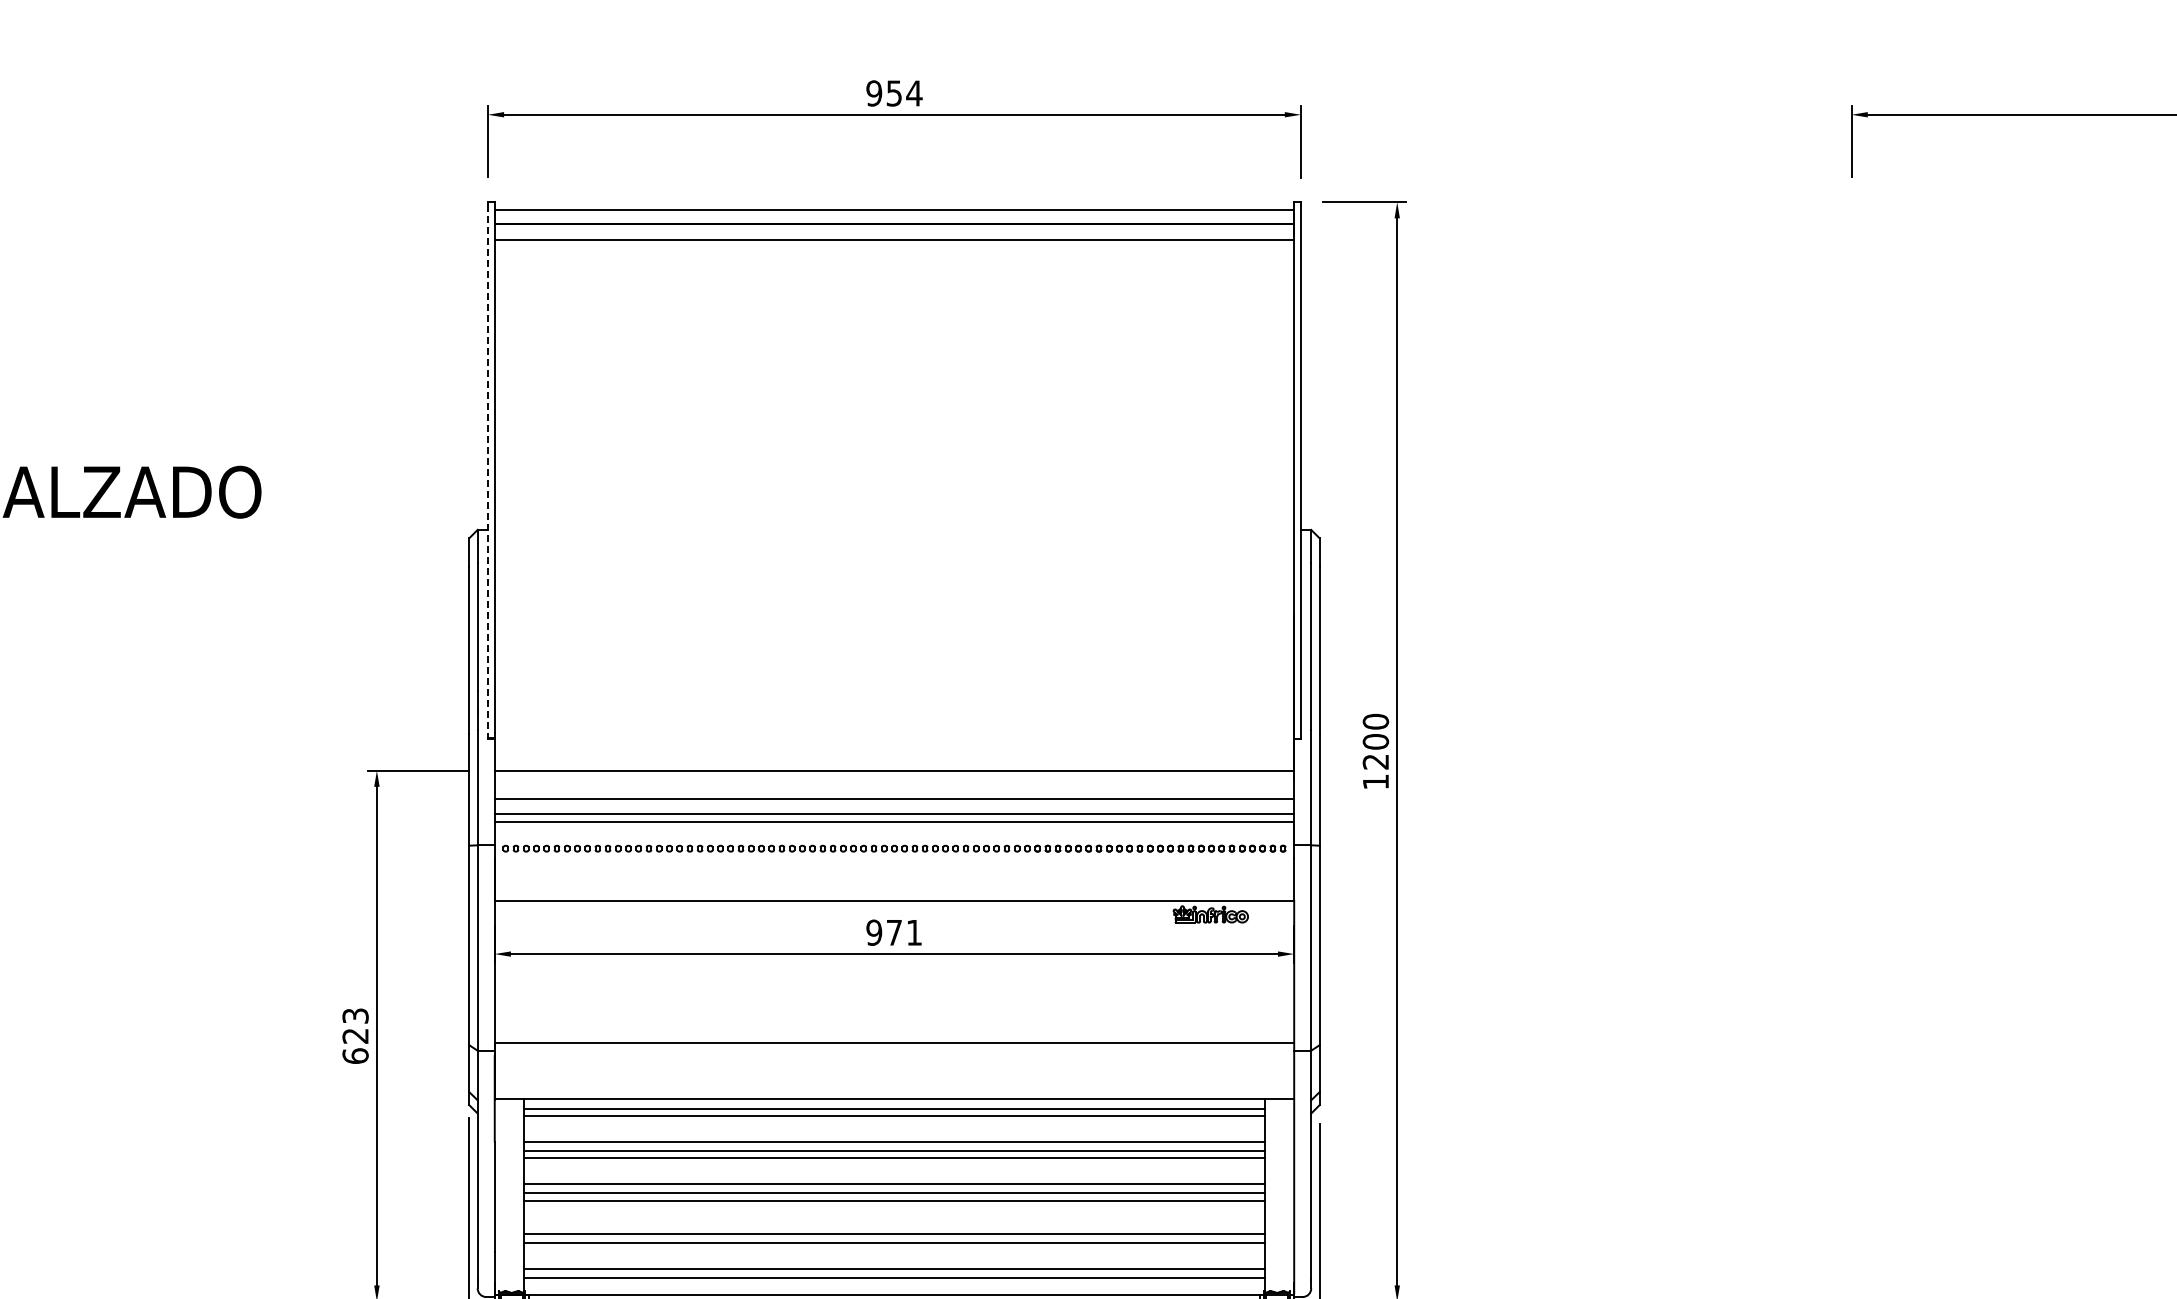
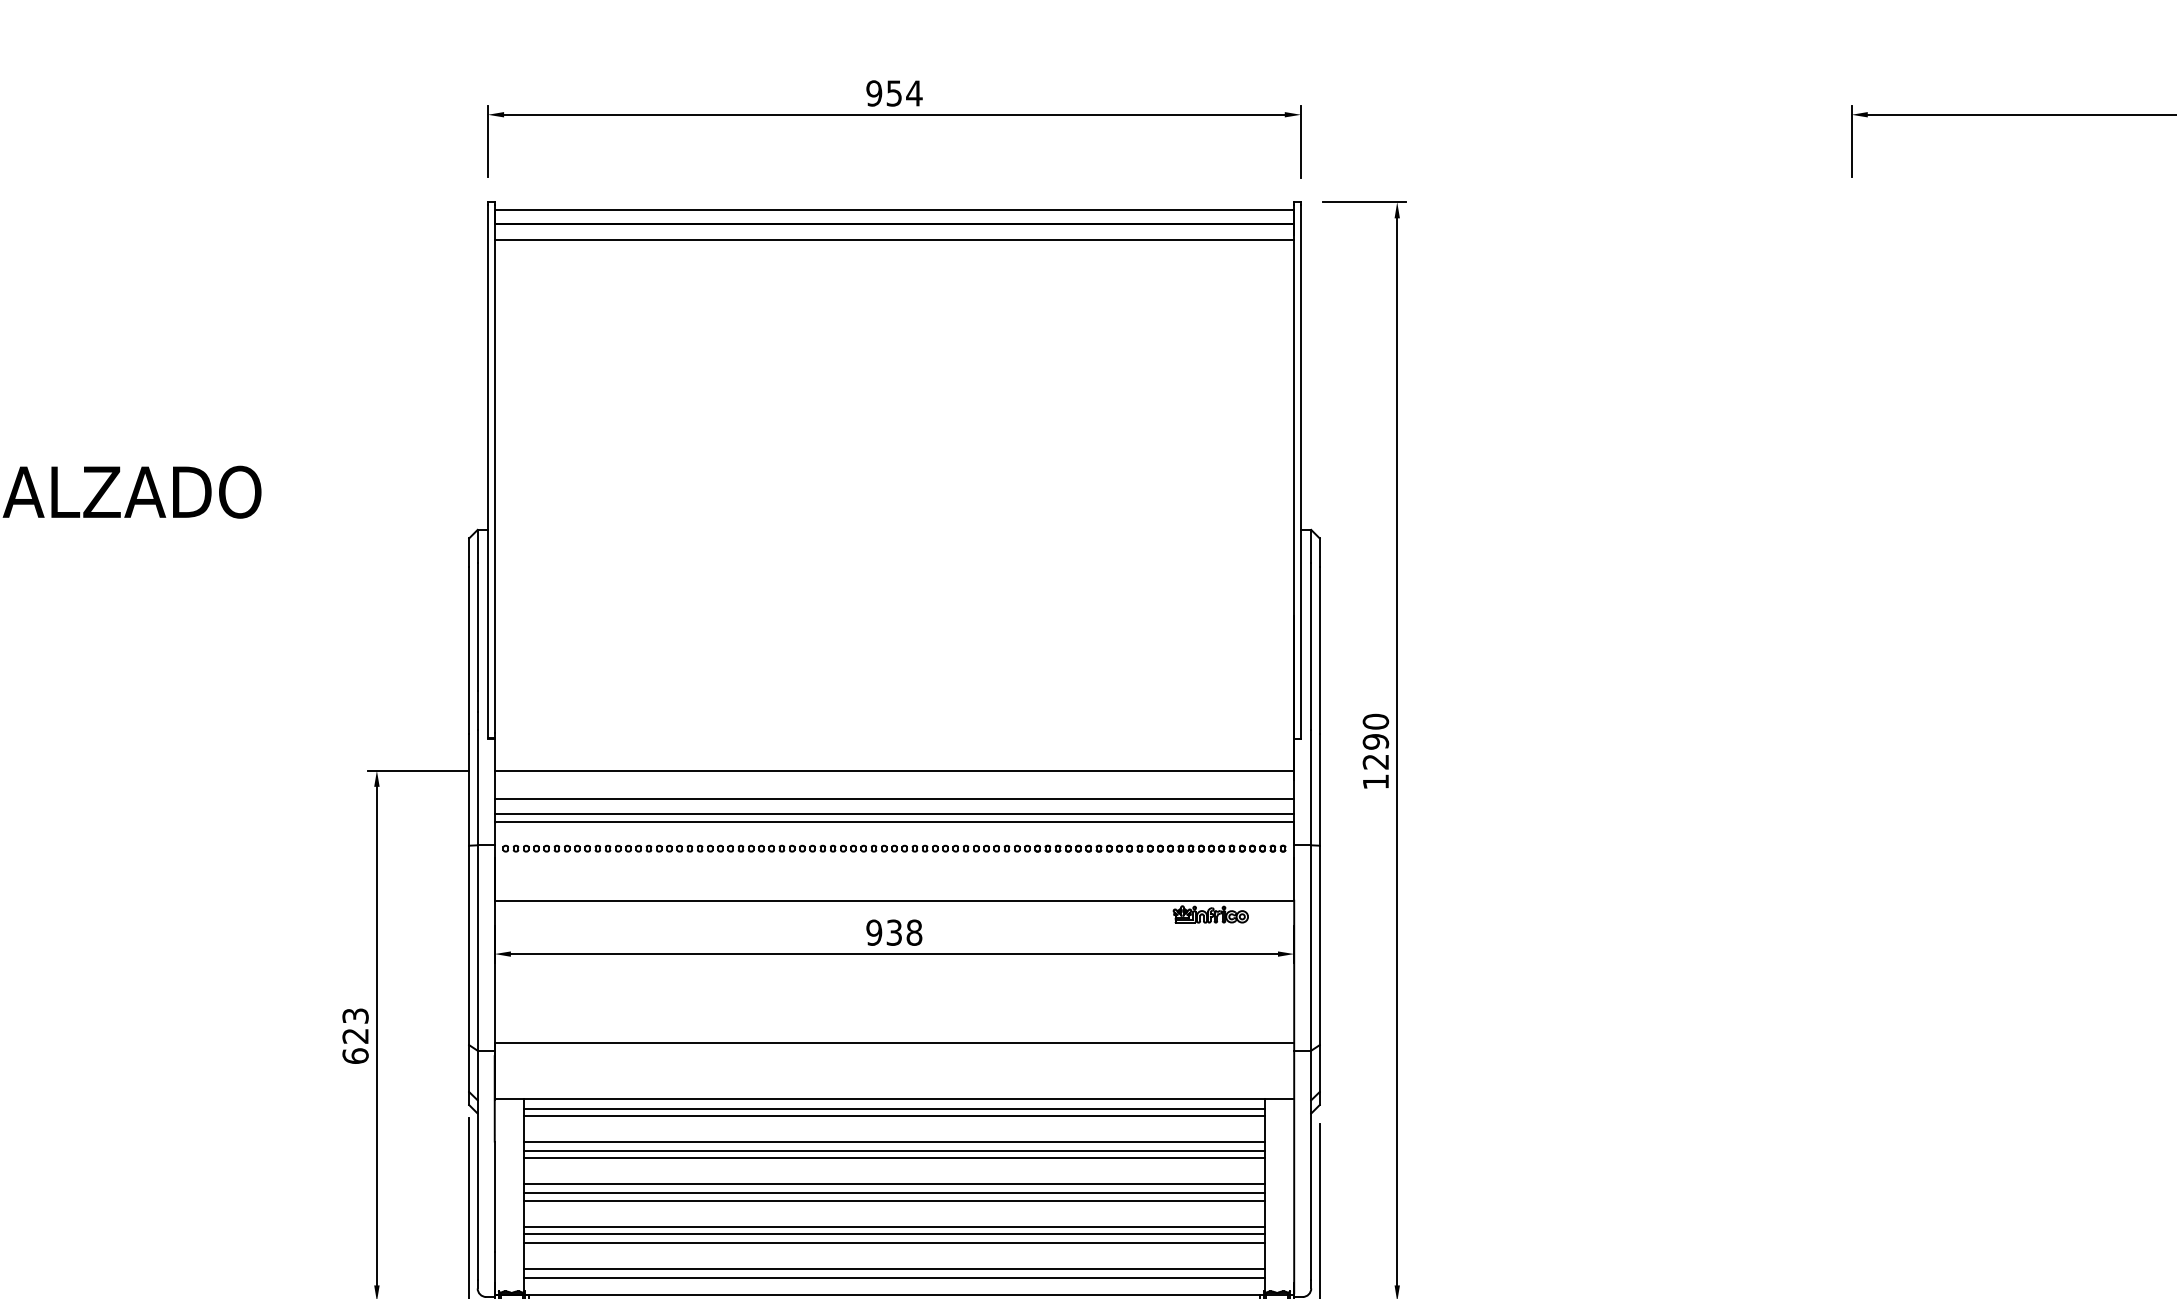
line at (487, 471): dashed -> solid
text at (1376, 741): 1200 -> 1290
text at (904, 932): 971 -> 938
line at (894, 1226): none -> present
